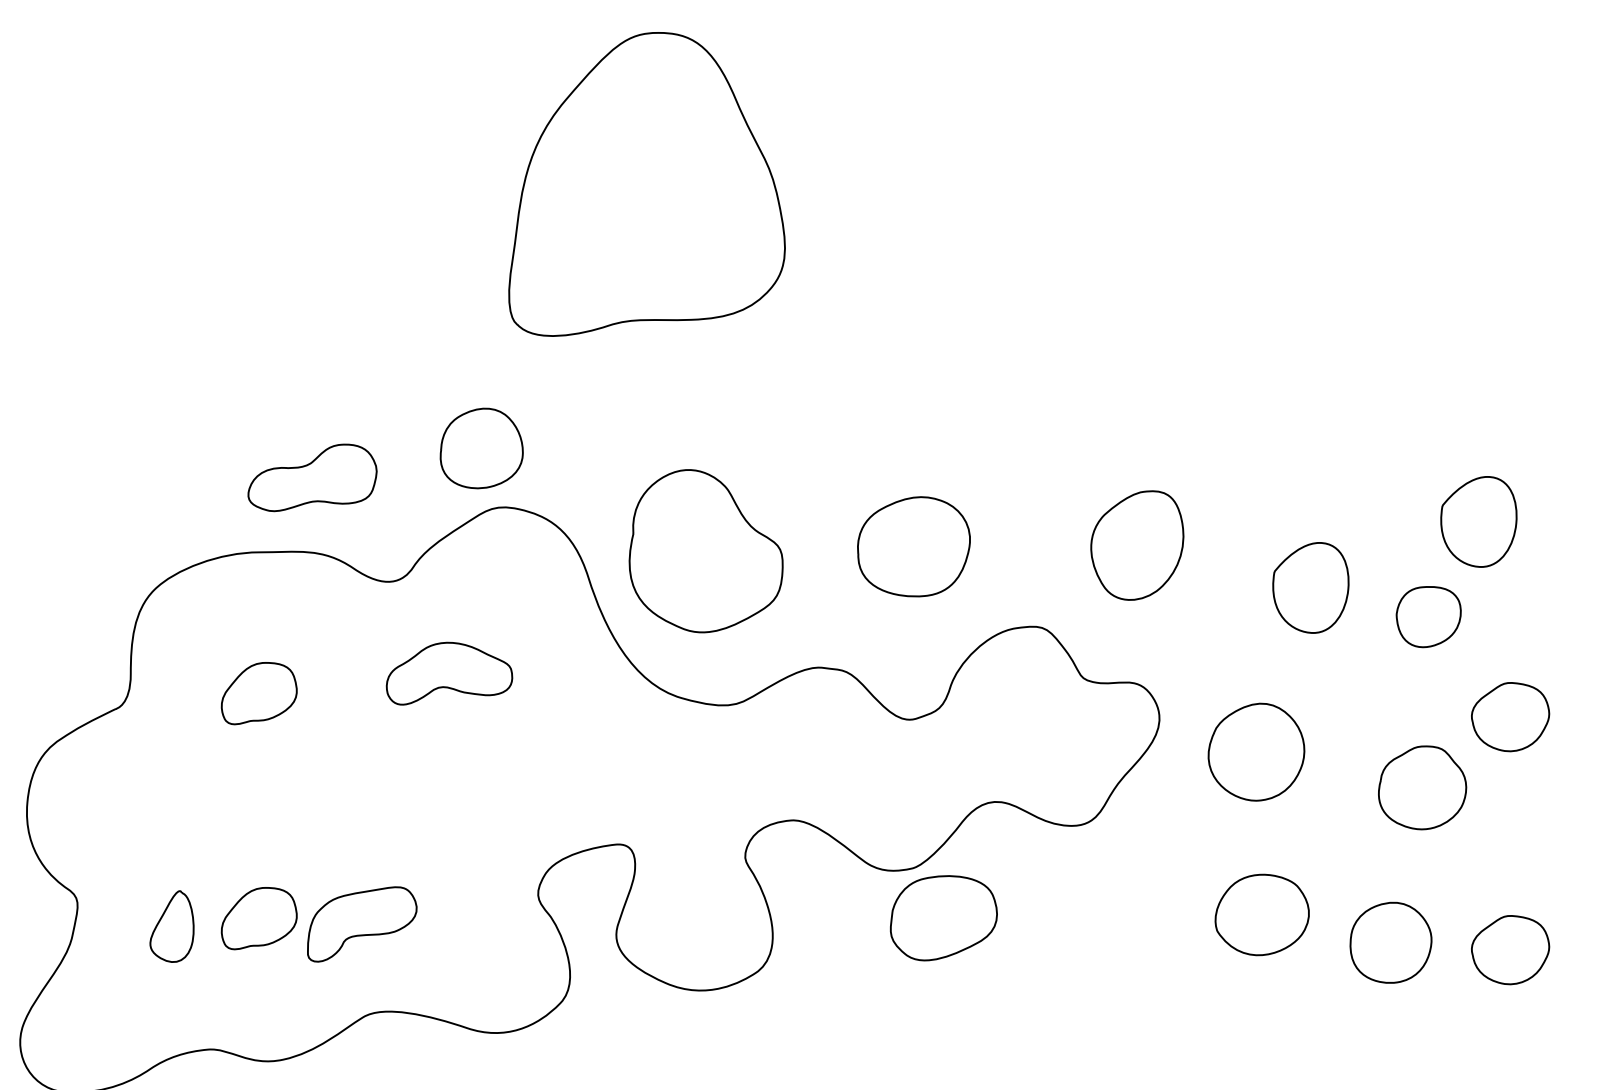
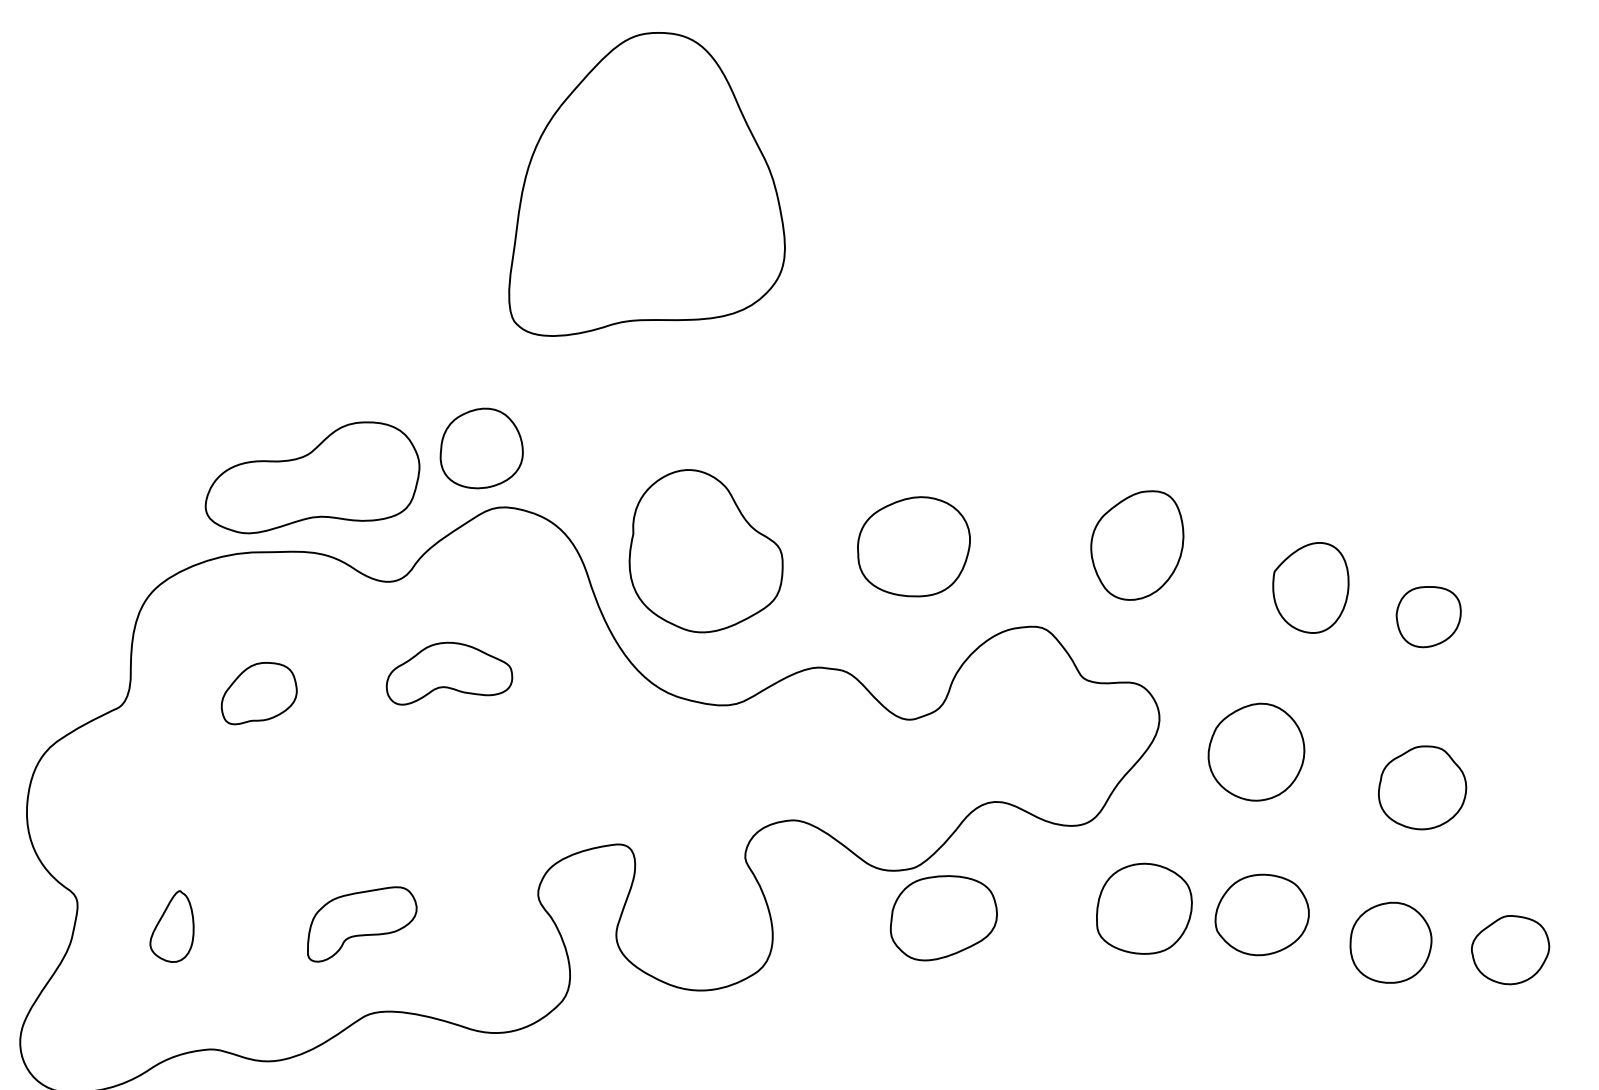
part at (312, 477) size: 131x70 px -> 217x114 px
part at (1478, 521): present -> none
part at (1510, 717): present -> none
part at (1144, 908): none -> present
part at (258, 918): present -> none
